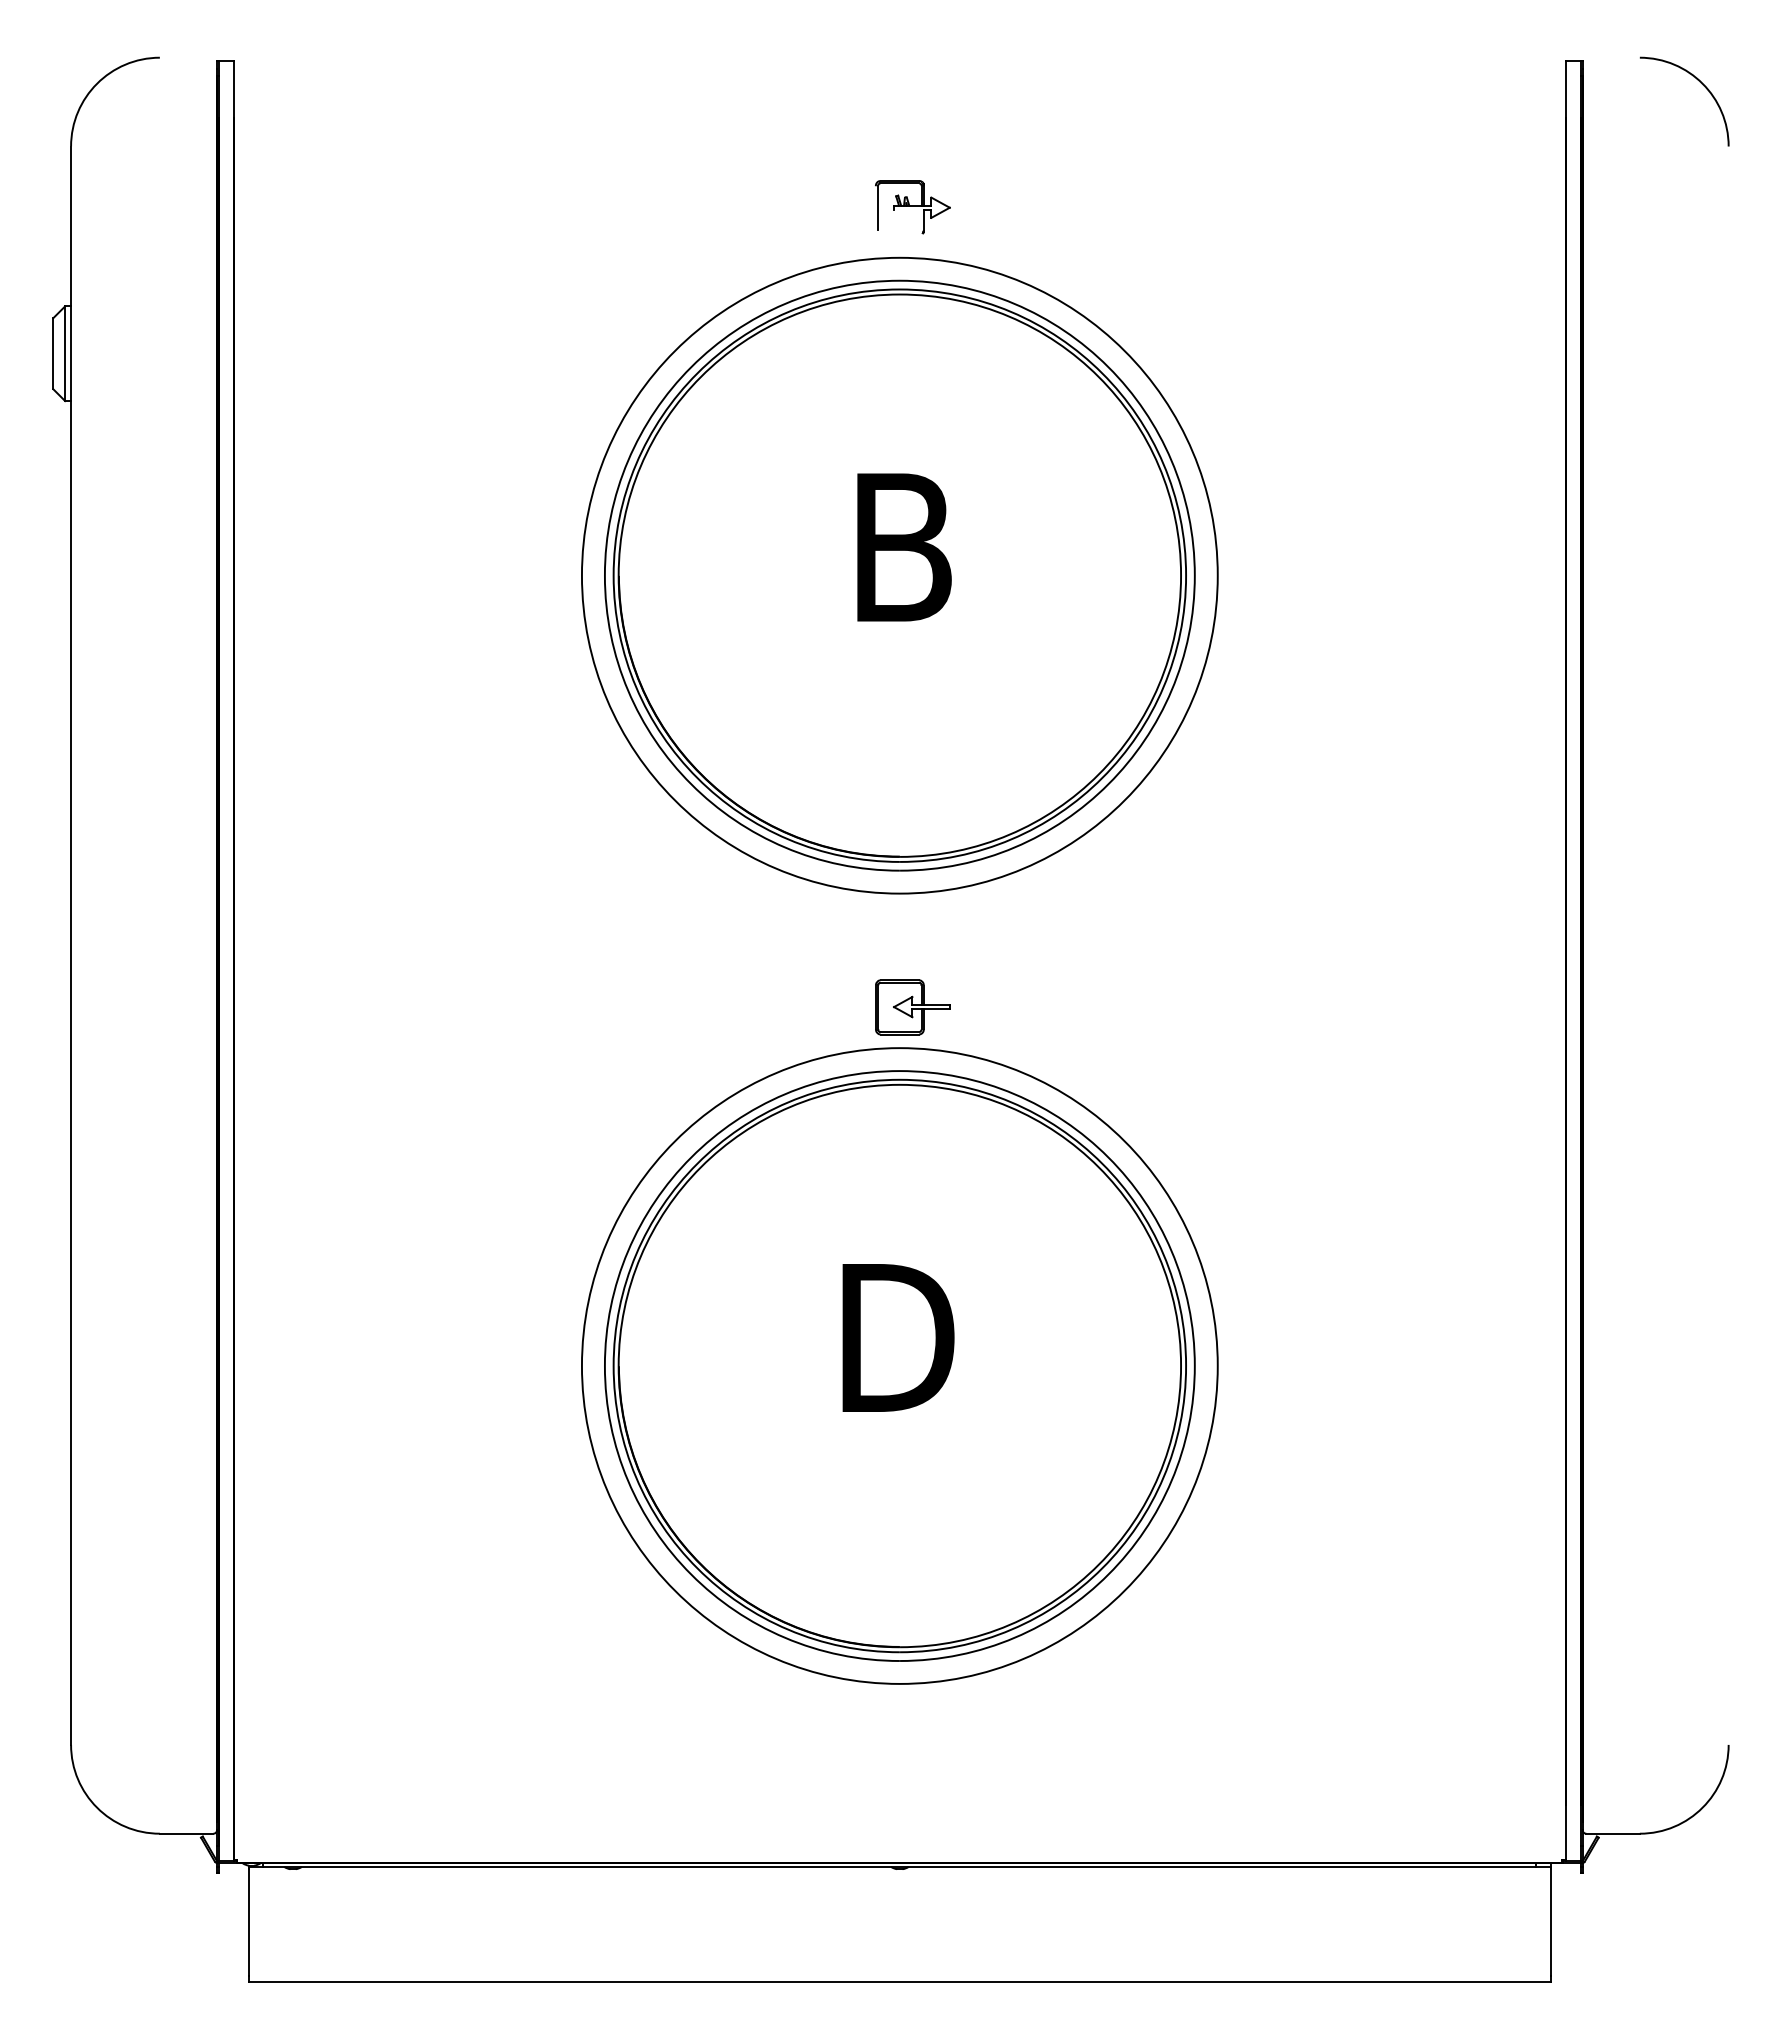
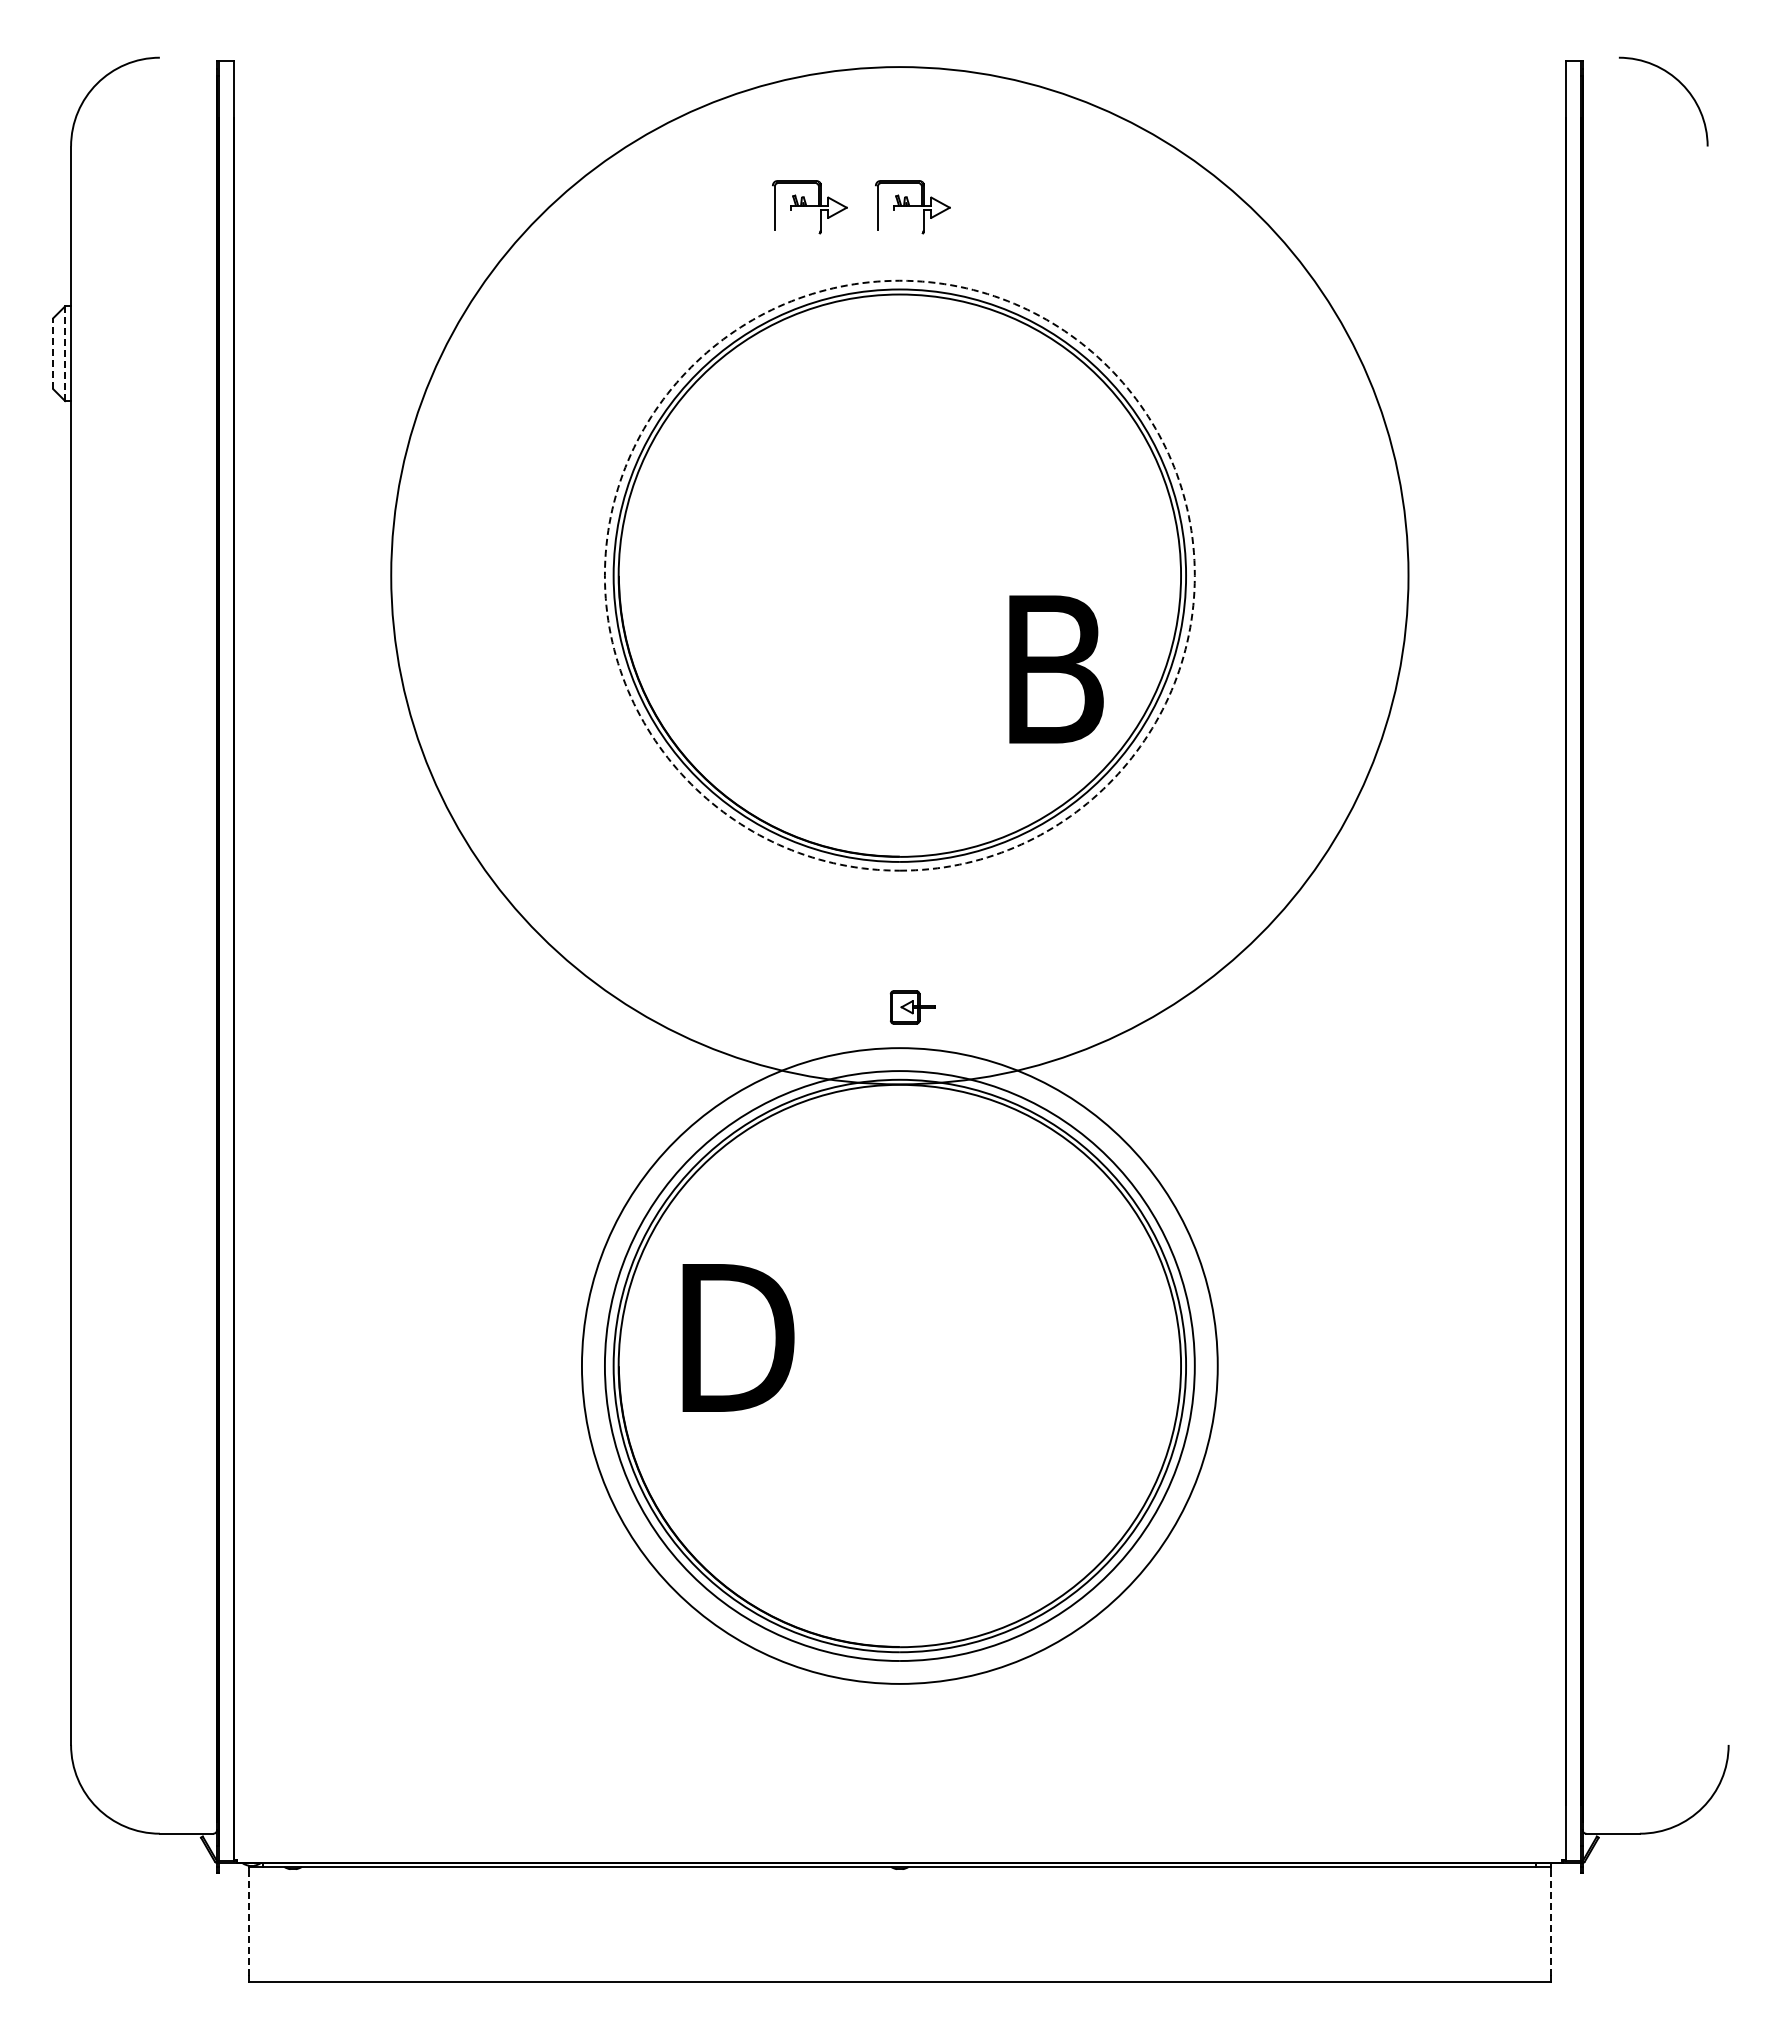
arc at (1701, 84) position: (1701, 84) -> (1680, 84)
part at (809, 207): none -> present
arc at (899, 280): solid -> dashed
line at (53, 353): solid -> dashed
line at (65, 354): solid -> dashed
text at (904, 547) position: (904, 547) -> (1056, 669)
circle at (899, 575) diameter: 636 px -> 1017 px
part at (912, 1007) size: 76x57 px -> 47x35 px
text at (898, 1337) position: (898, 1337) -> (738, 1337)
line at (1551, 1919): solid -> dashed
line at (248, 1922): solid -> dashed
